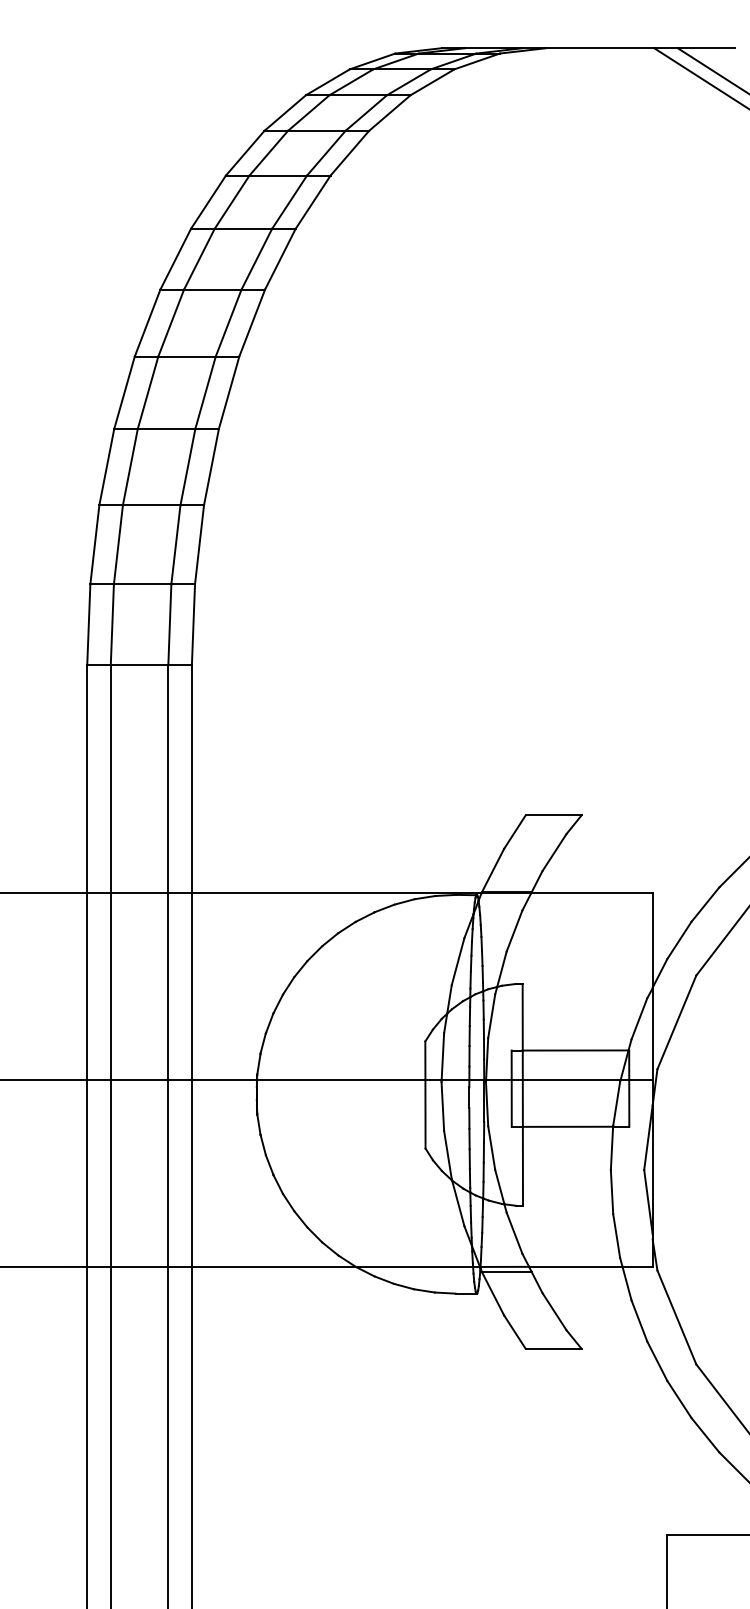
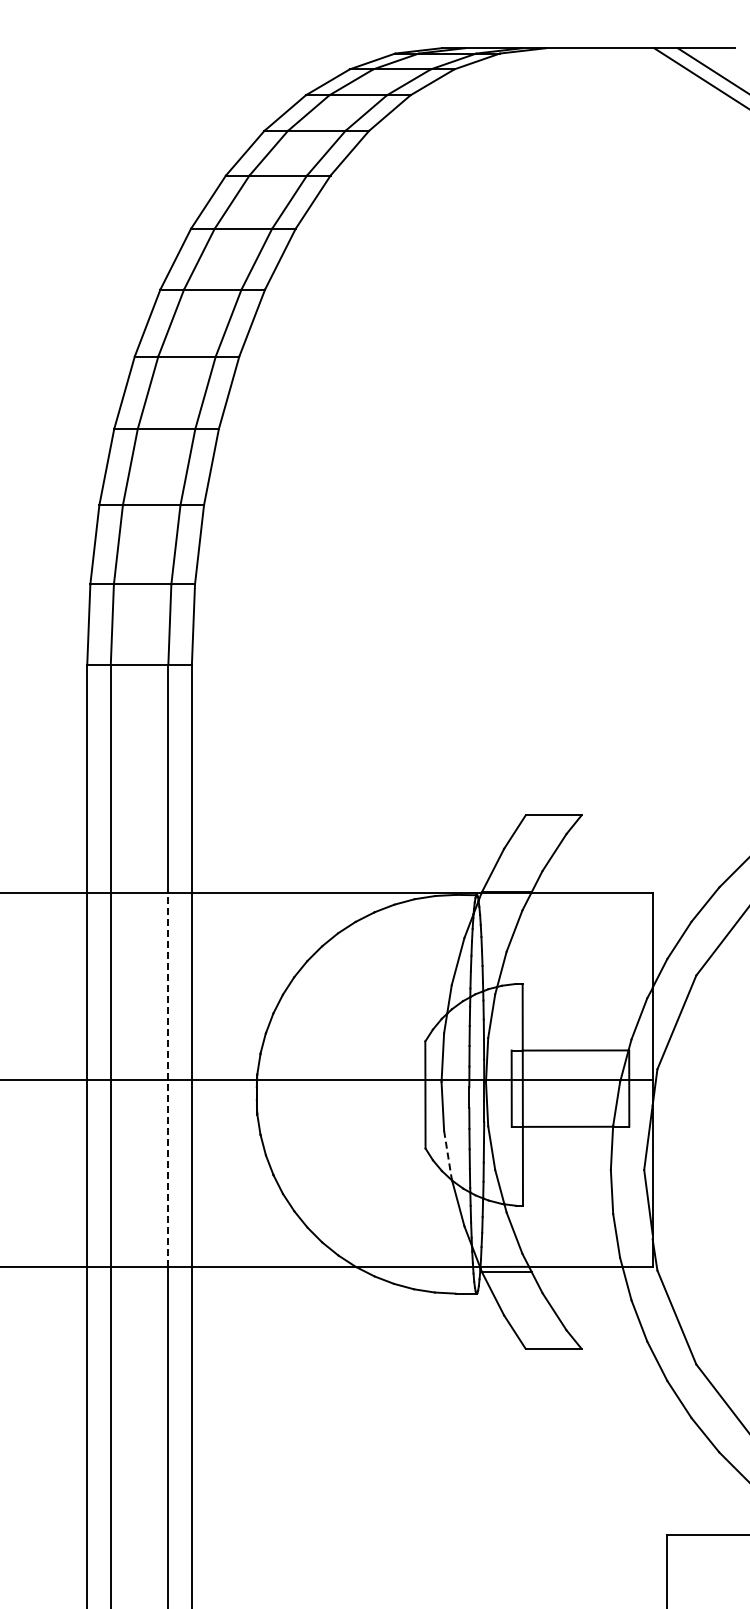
line at (168, 1080): solid -> dashed
line at (448, 1155): solid -> dashed
